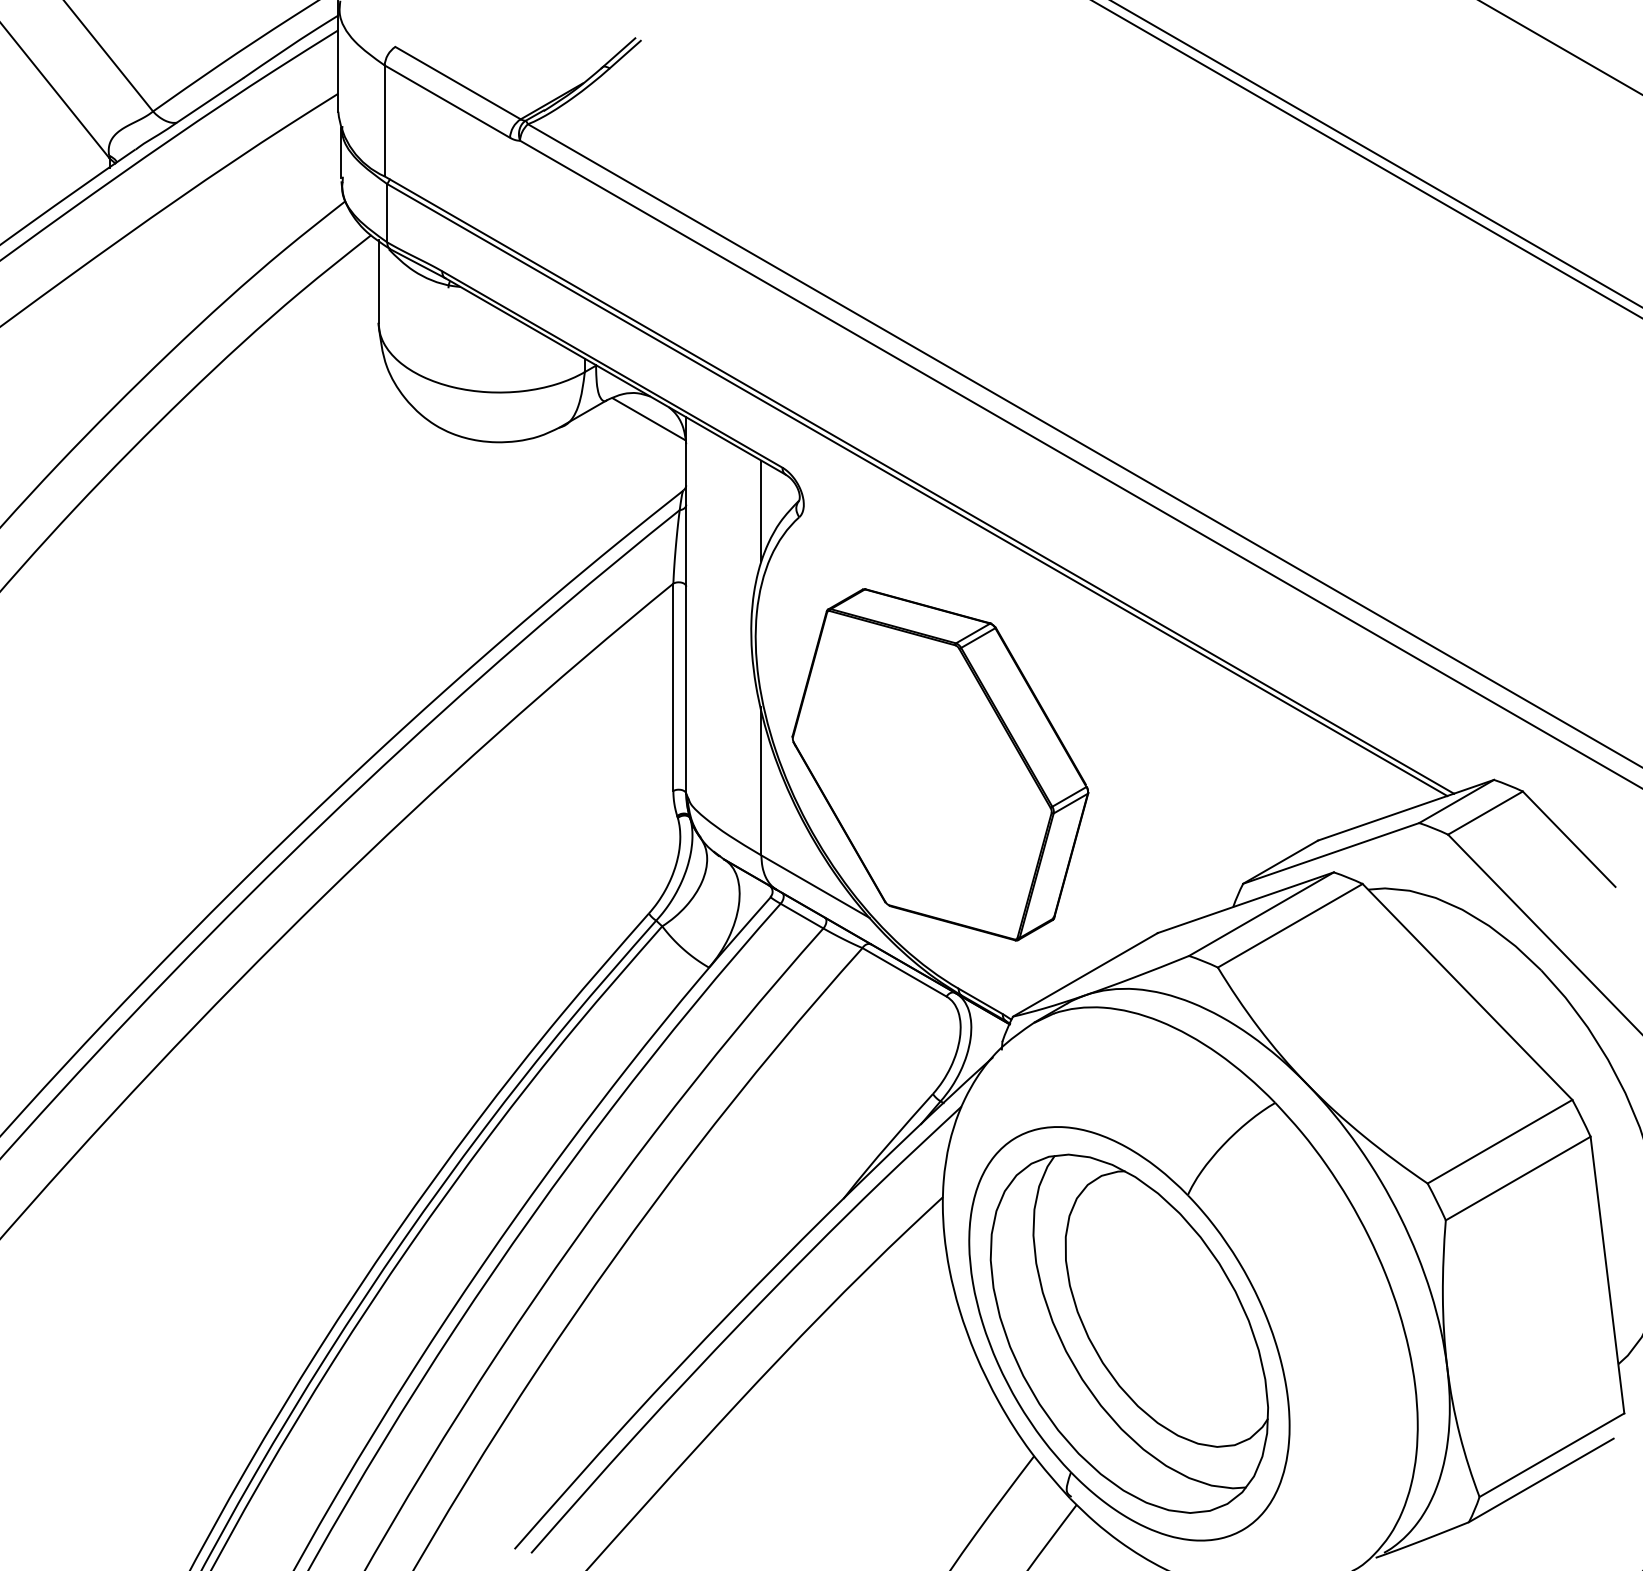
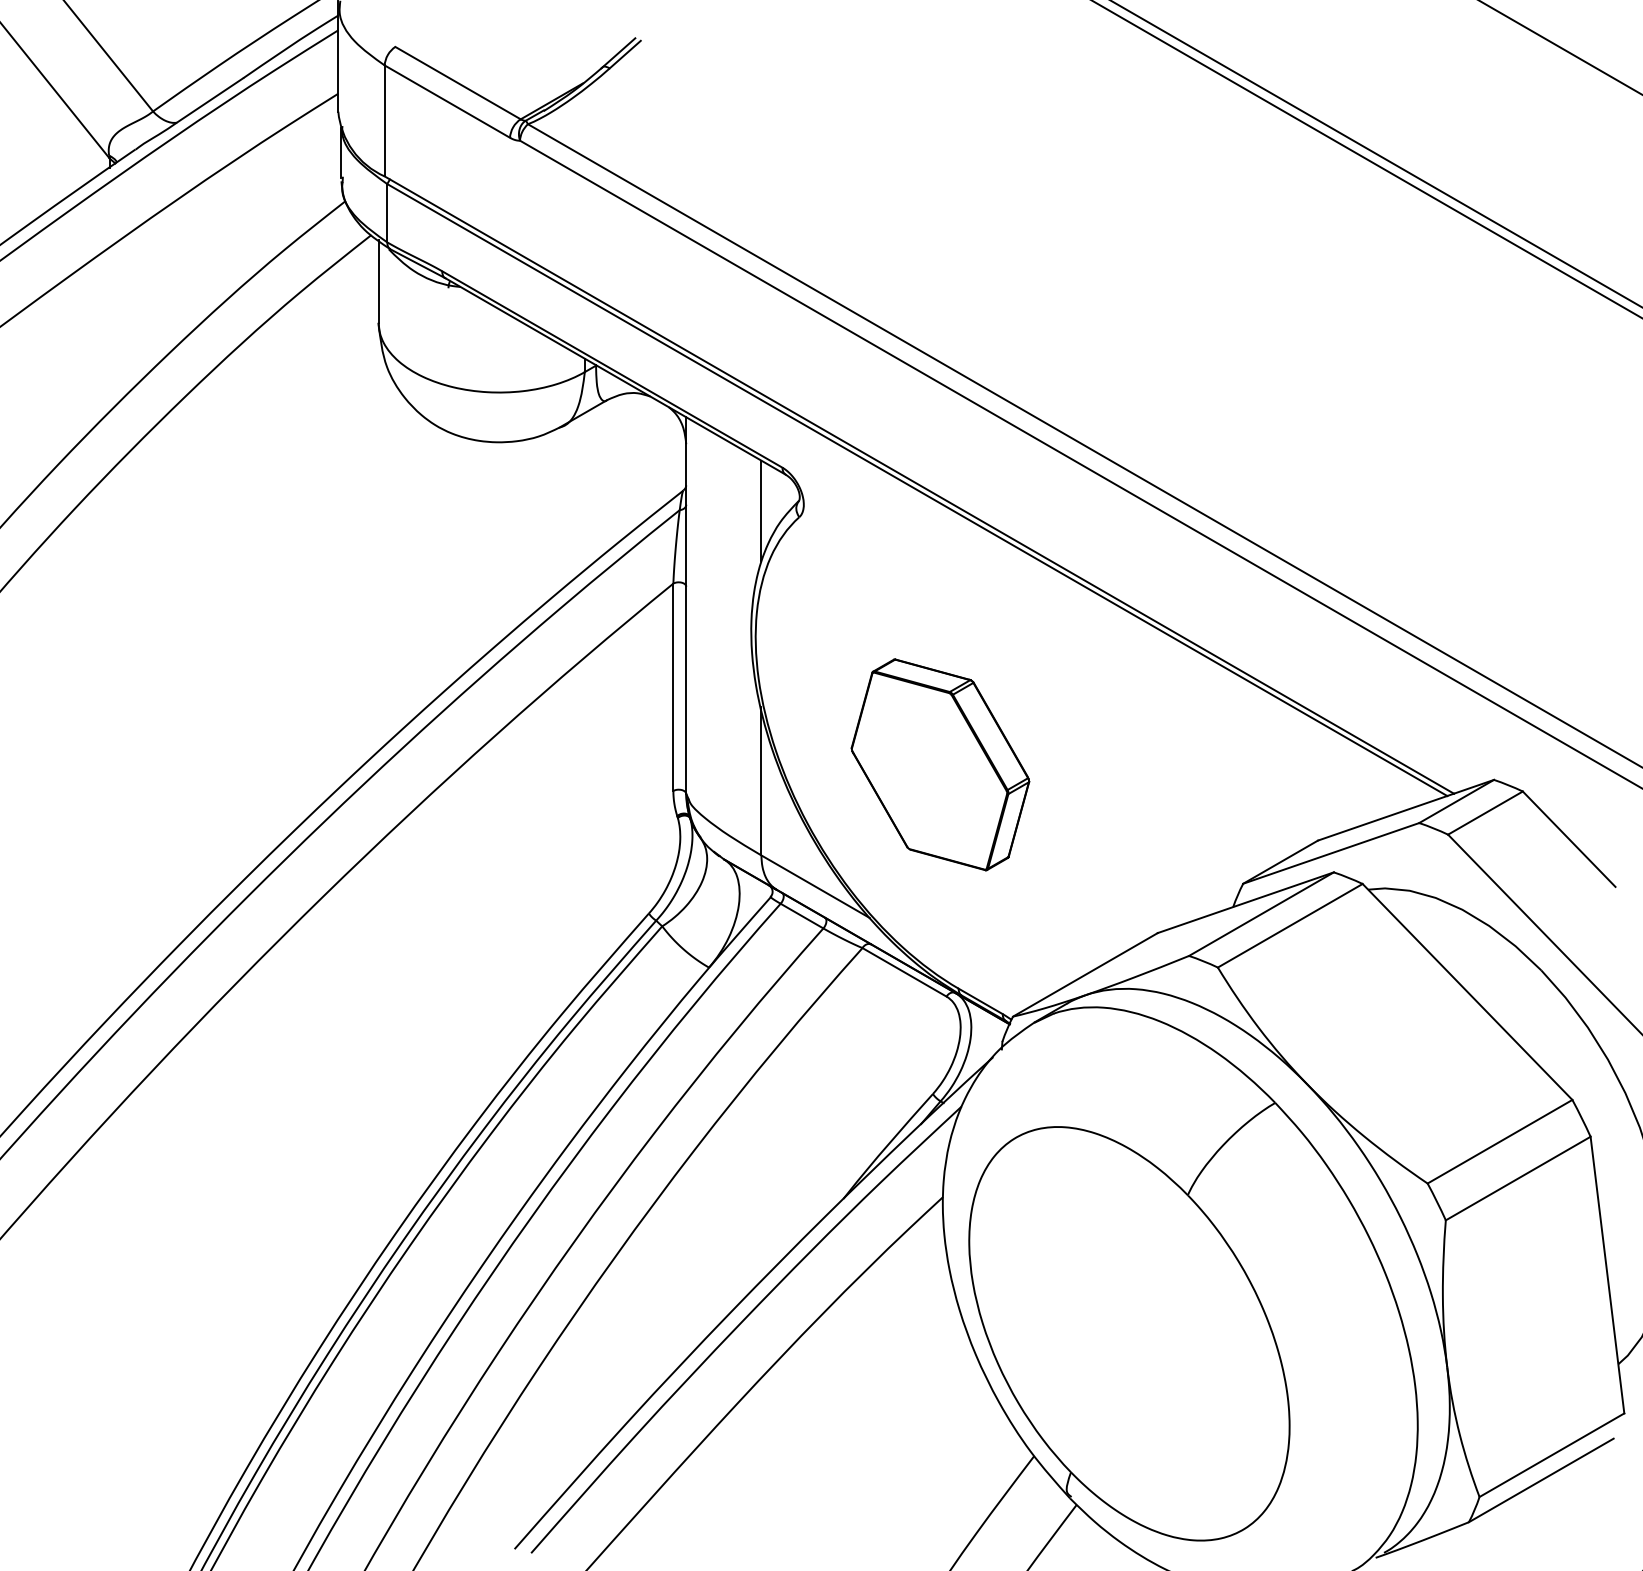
line at (648, 419): present -> none
part at (940, 764) size: 299x354 px -> 181x214 px
part at (1128, 1333): present -> none
